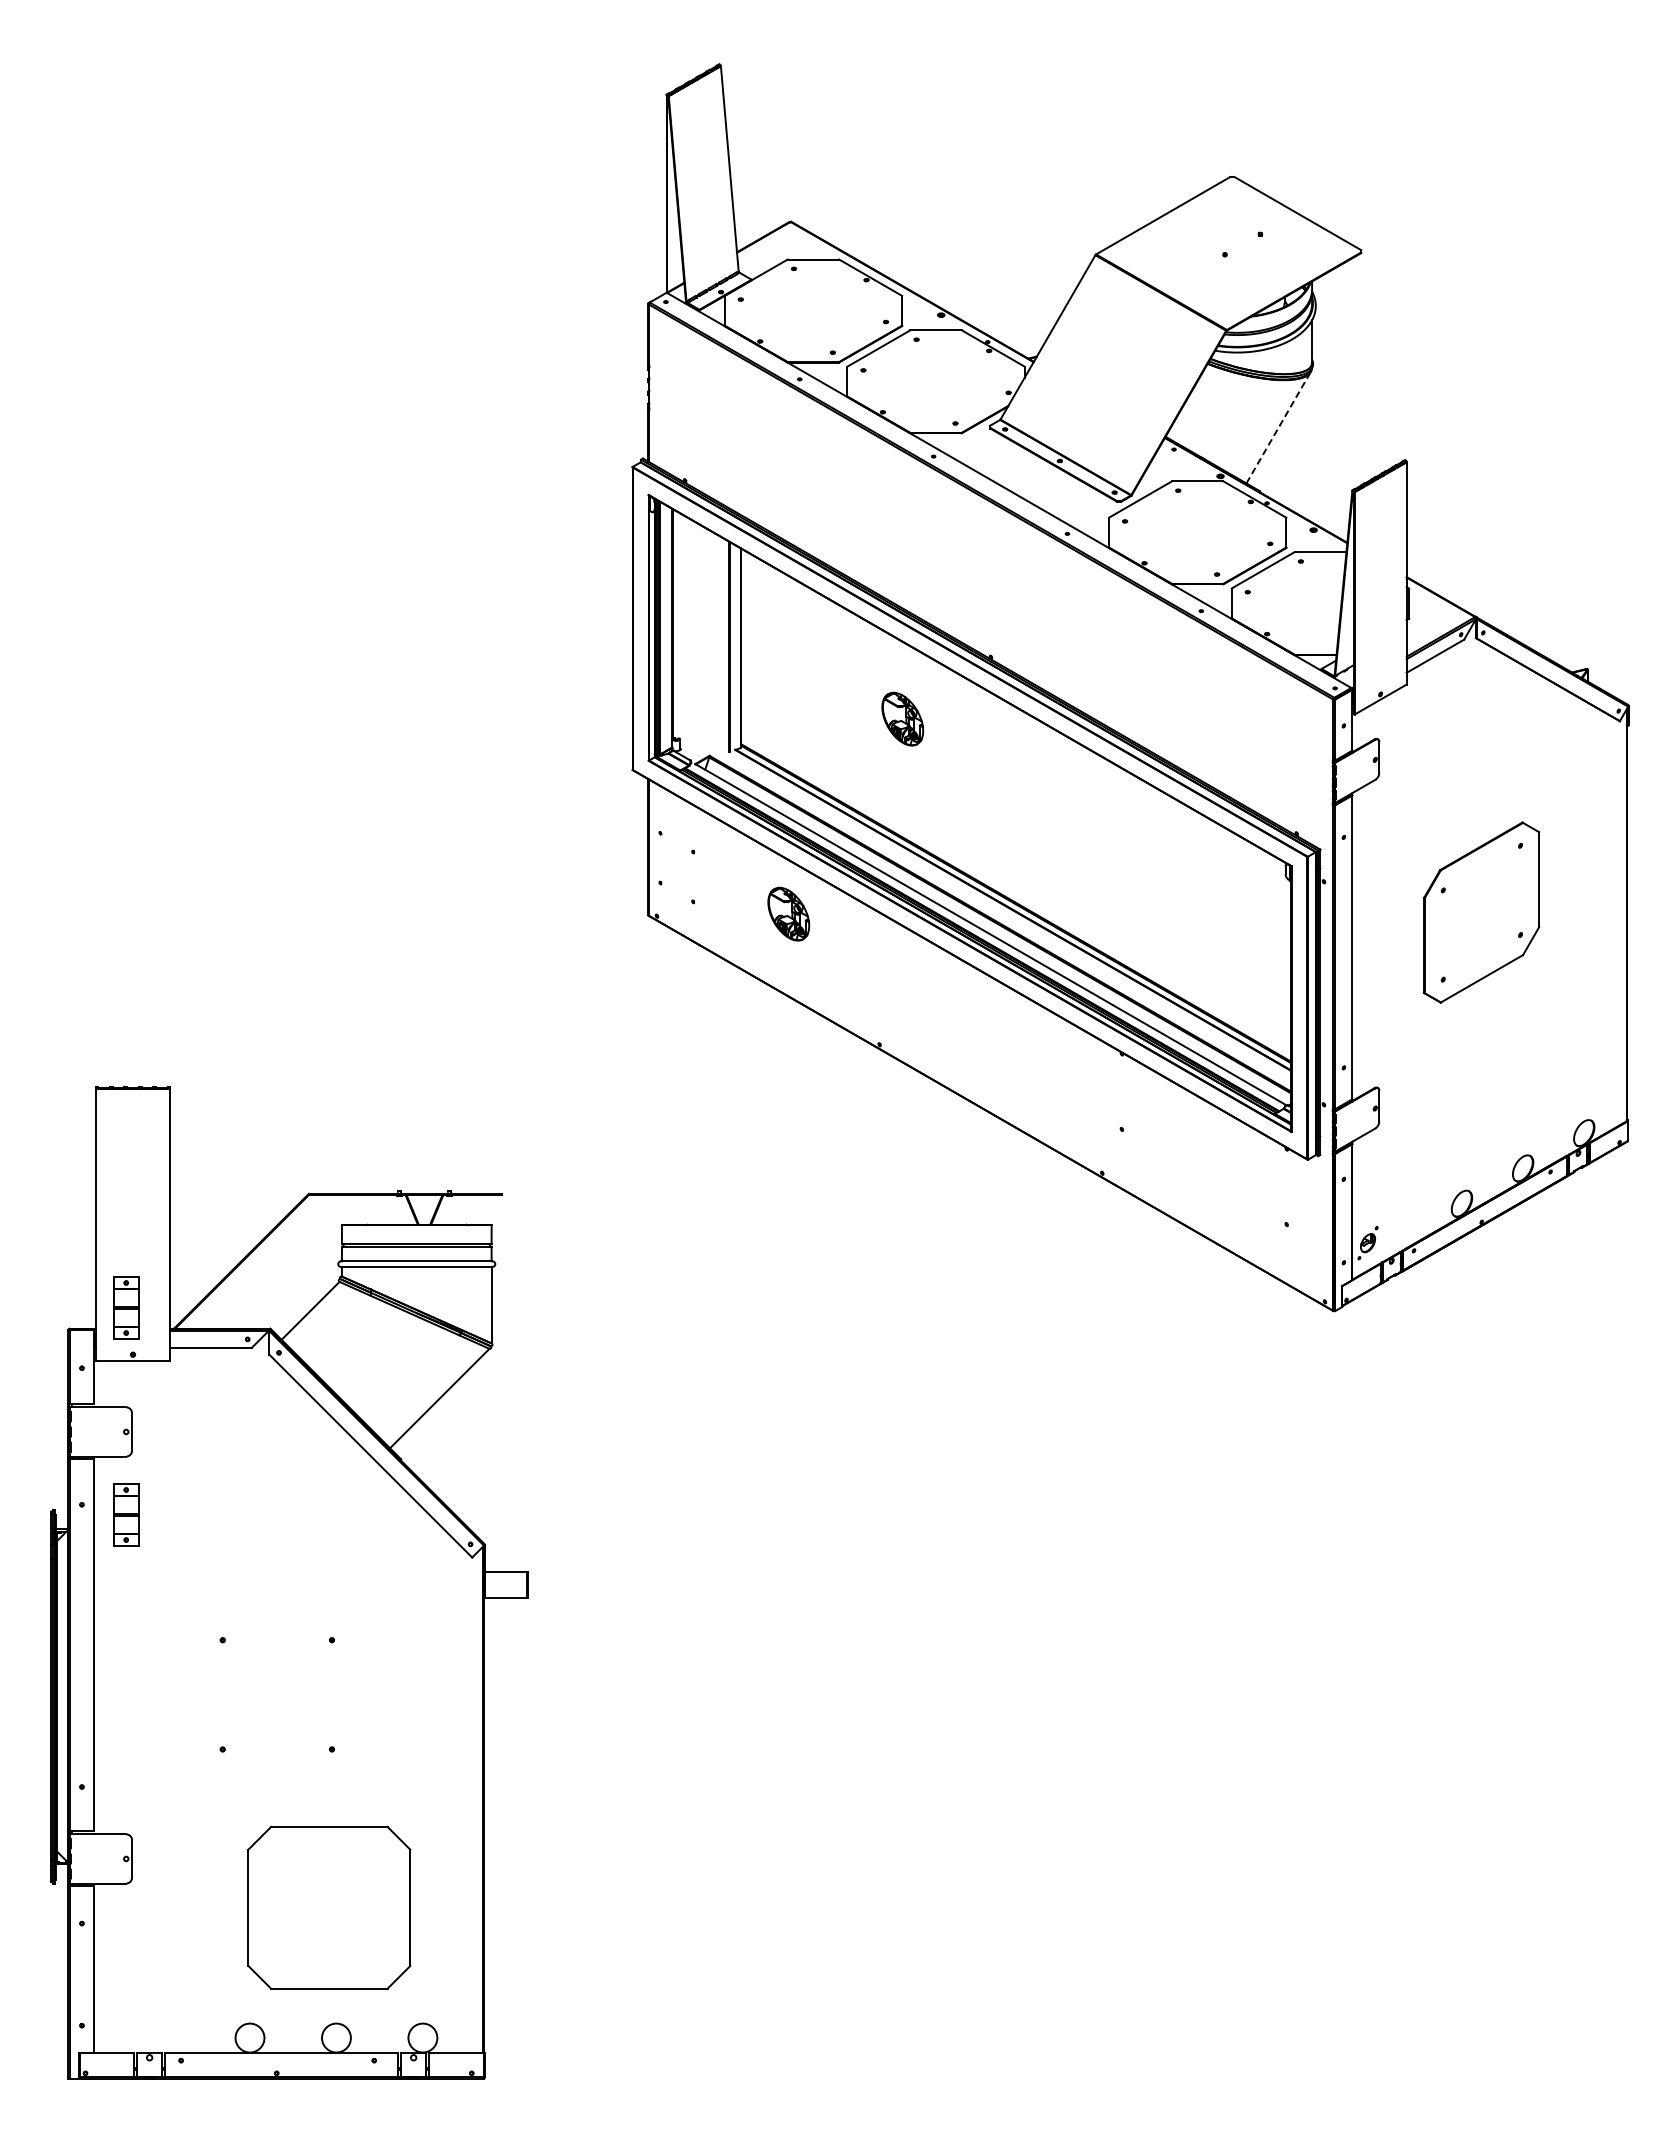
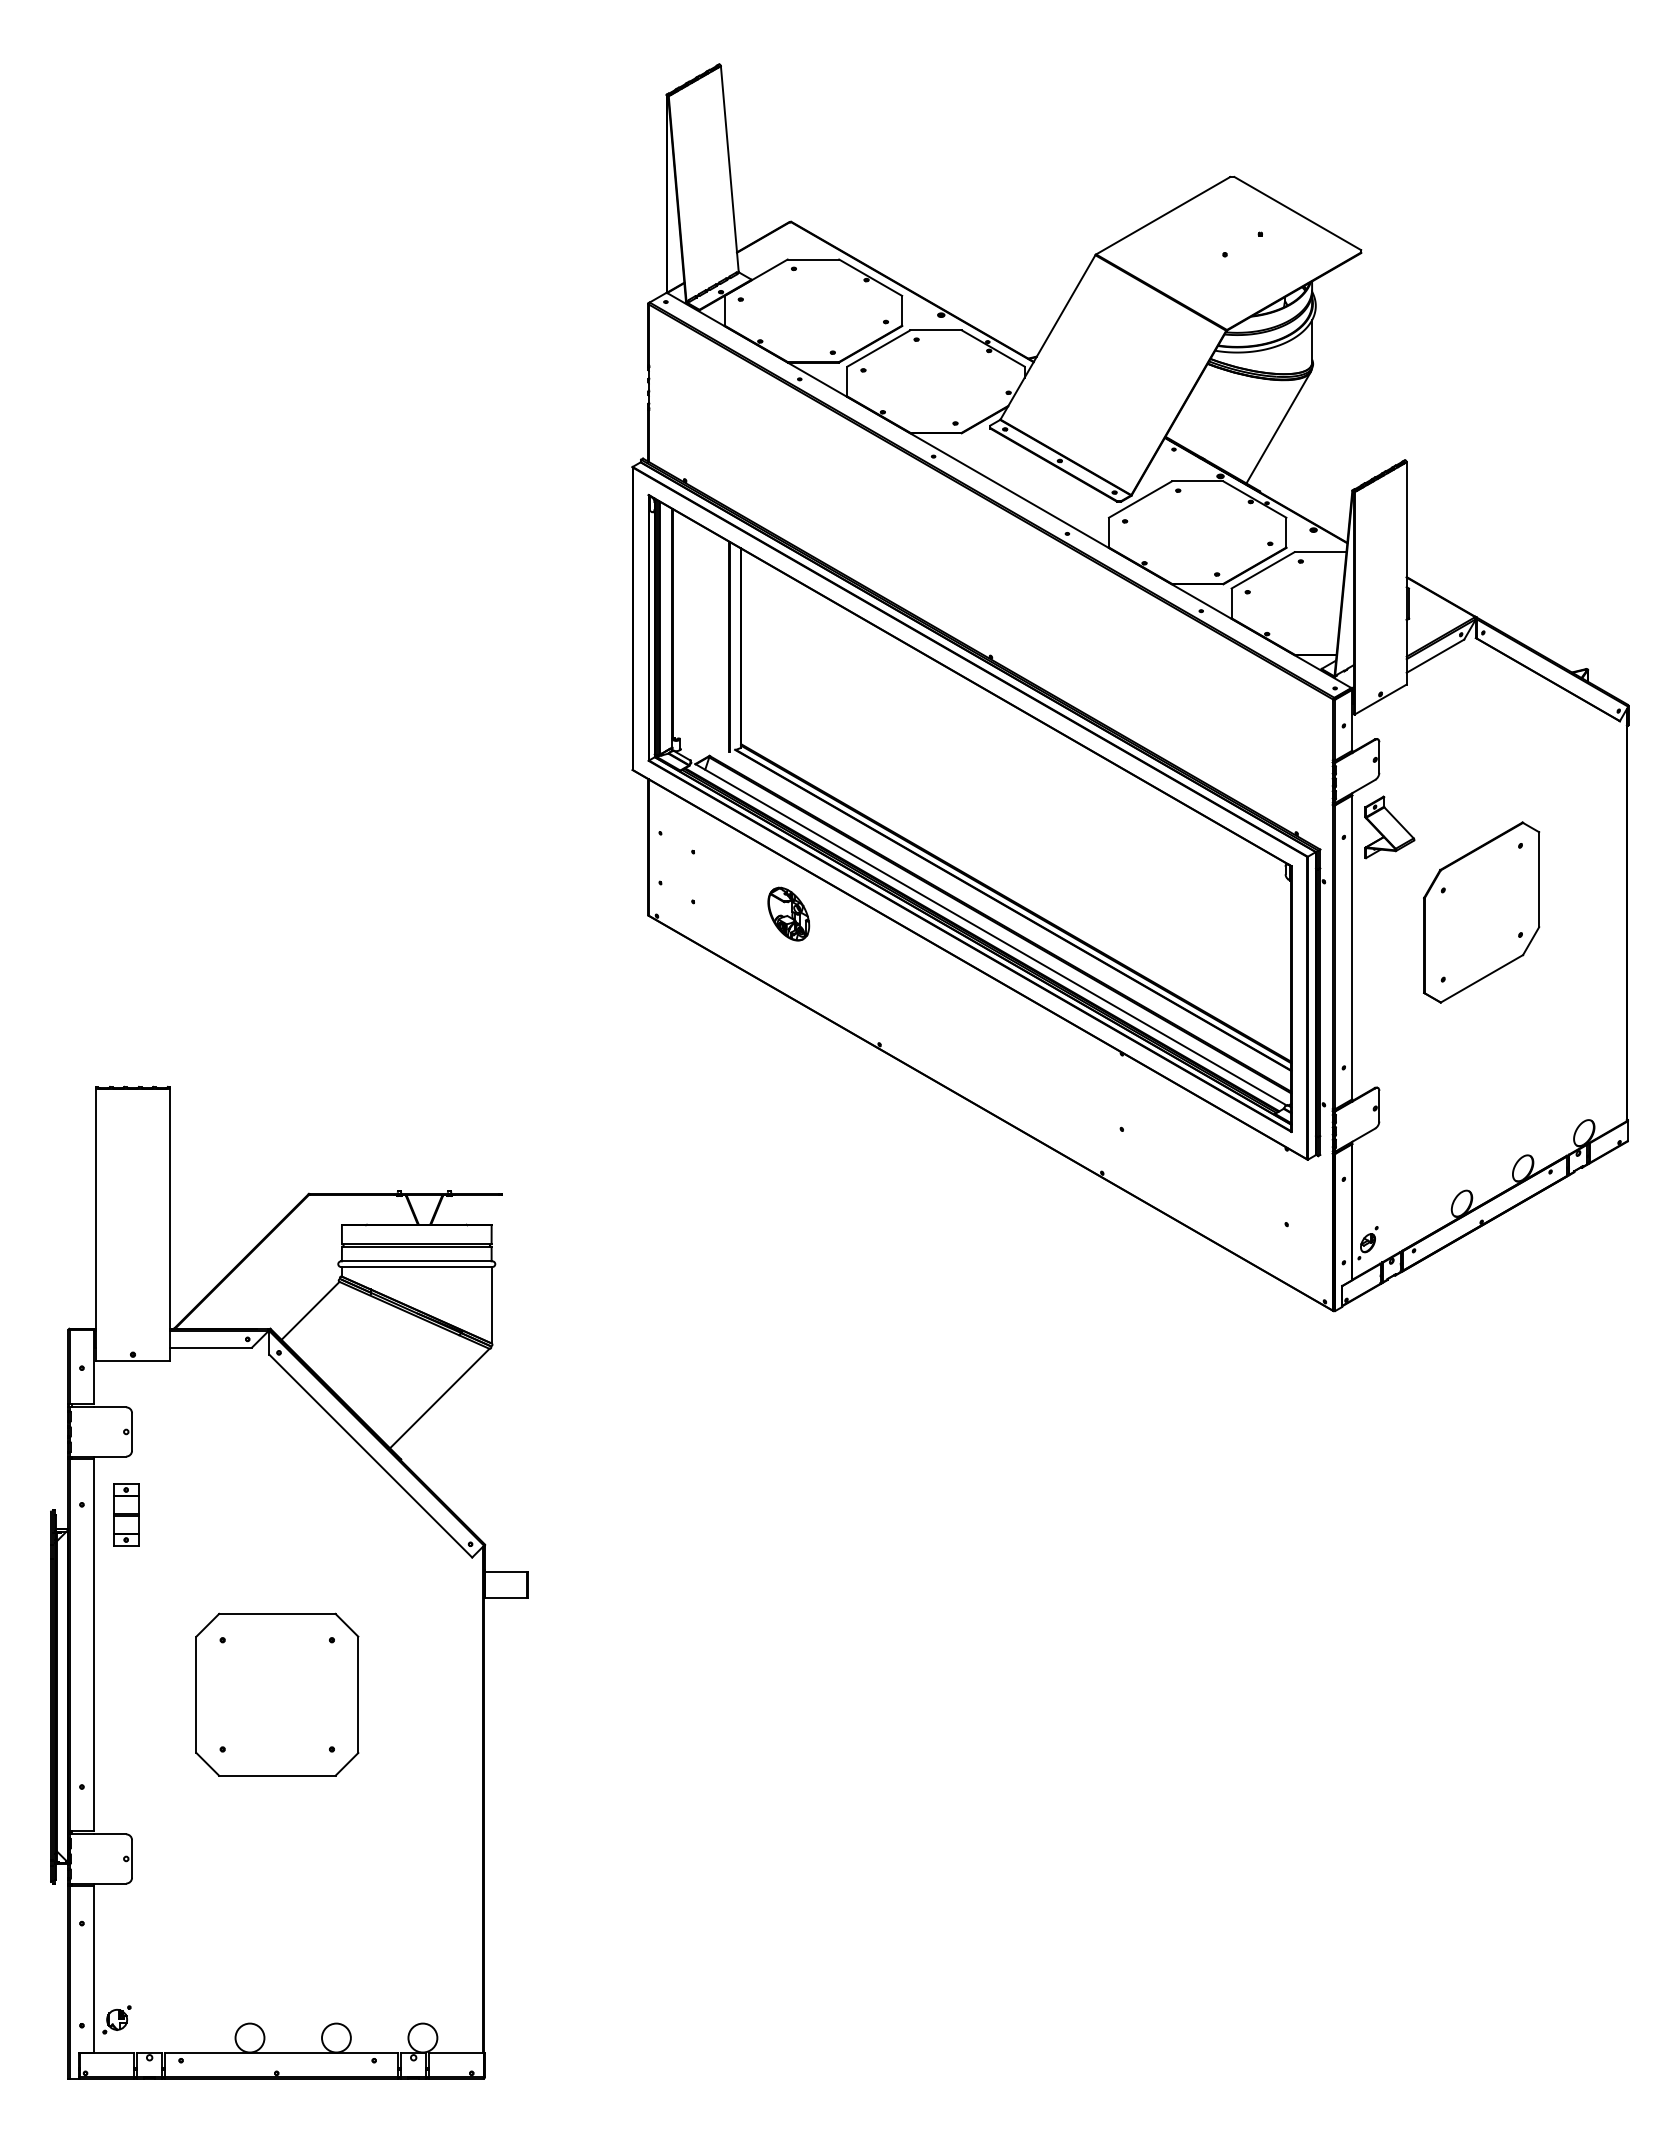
line at (1278, 427): dashed -> solid
part at (902, 718): present -> none
part at (1389, 827): none -> present
part at (126, 1307): present -> none
part at (329, 1907) position: (329, 1907) -> (277, 1694)
part at (116, 2019): none -> present
